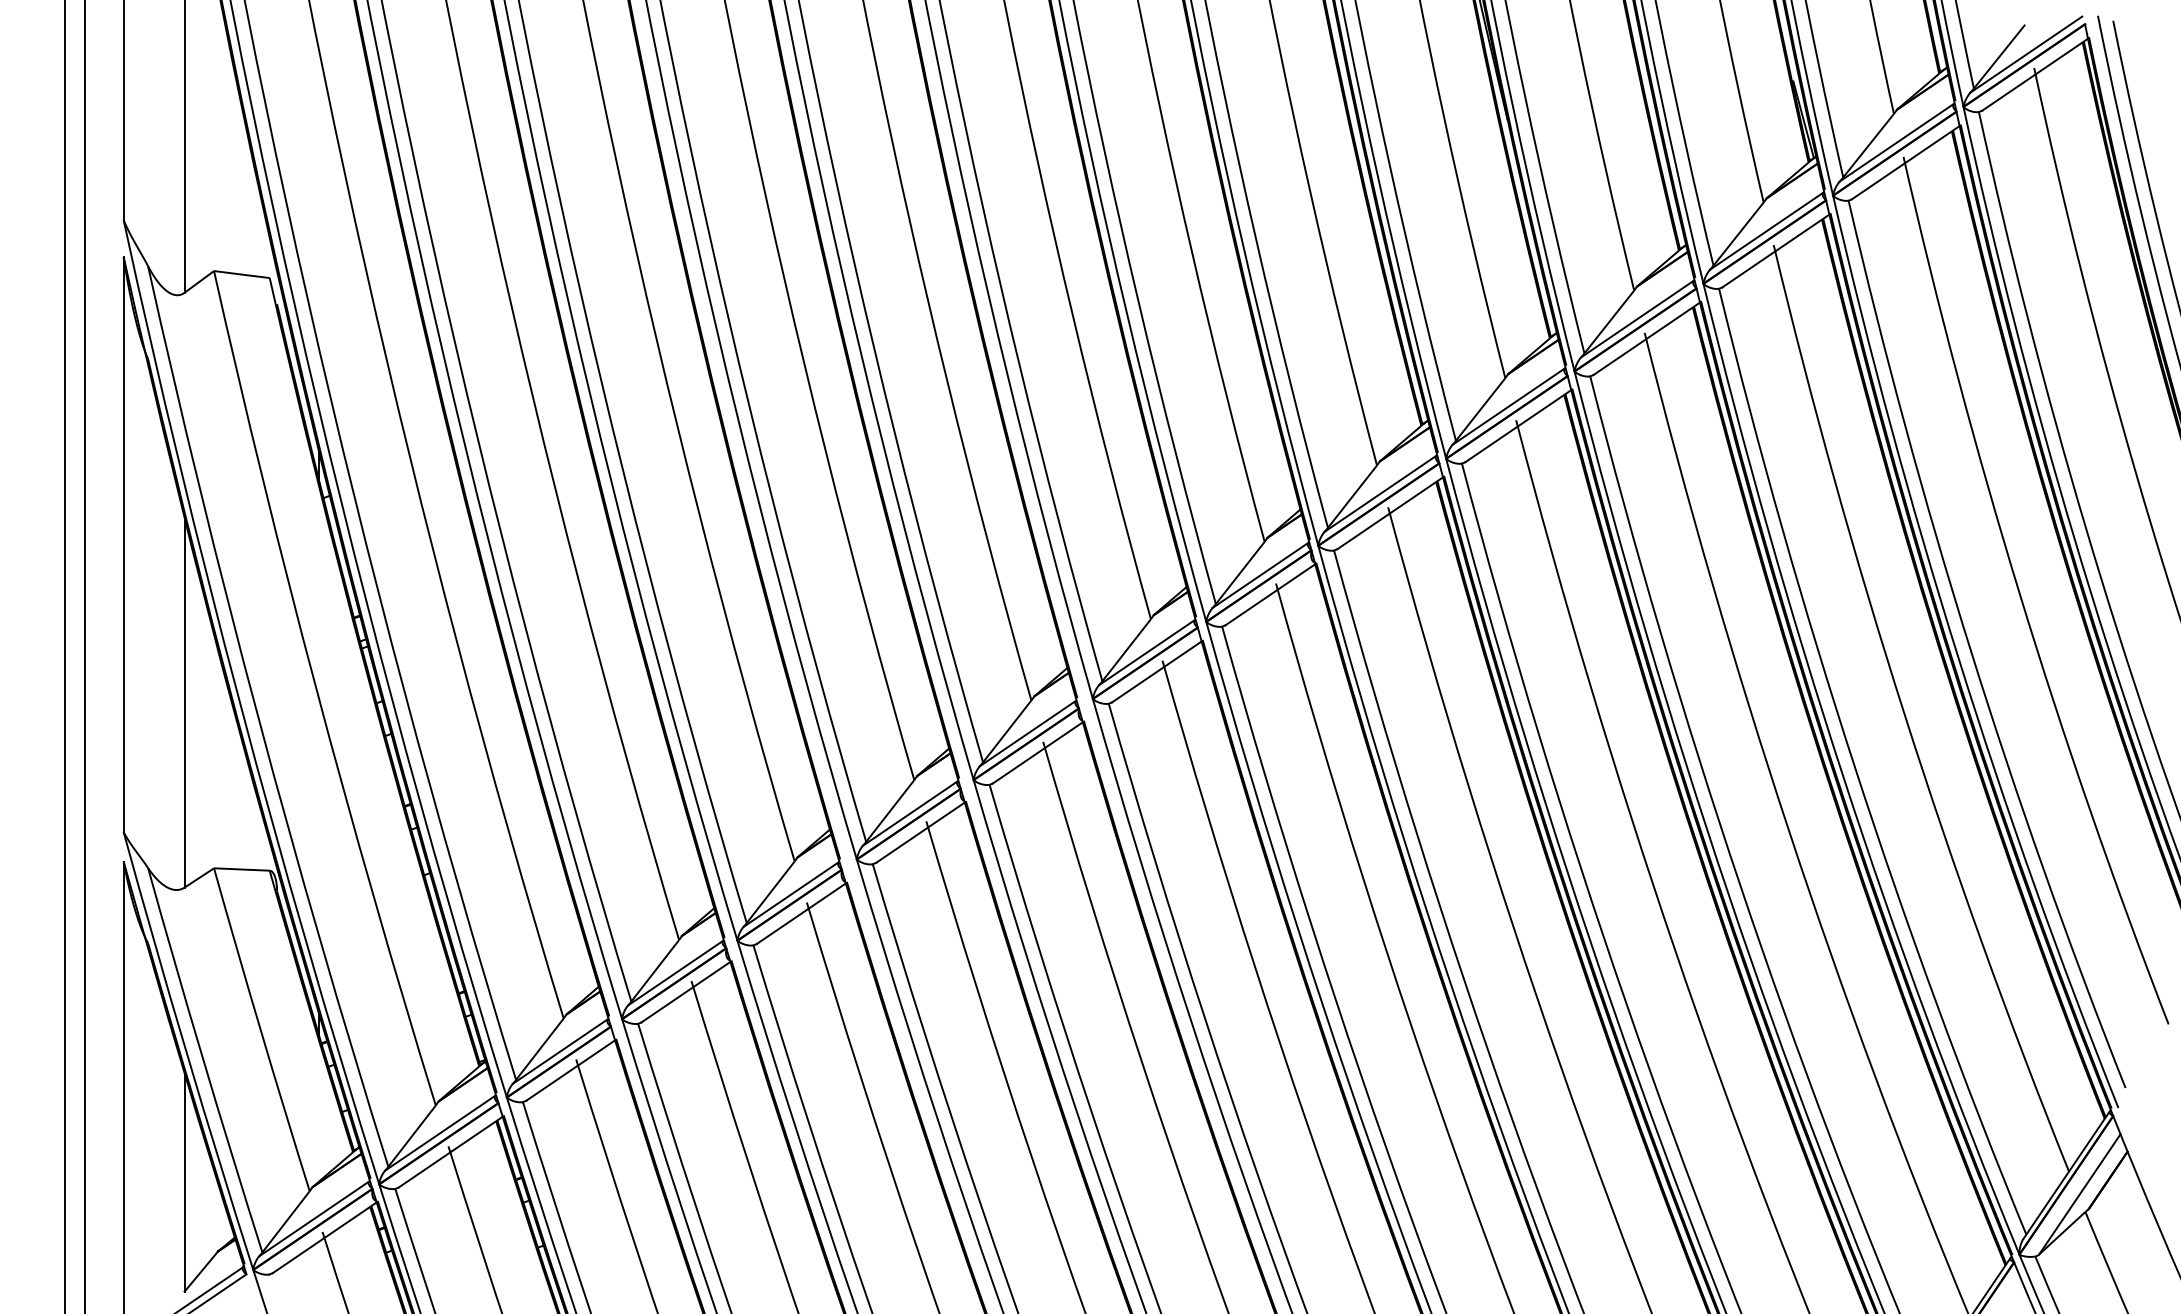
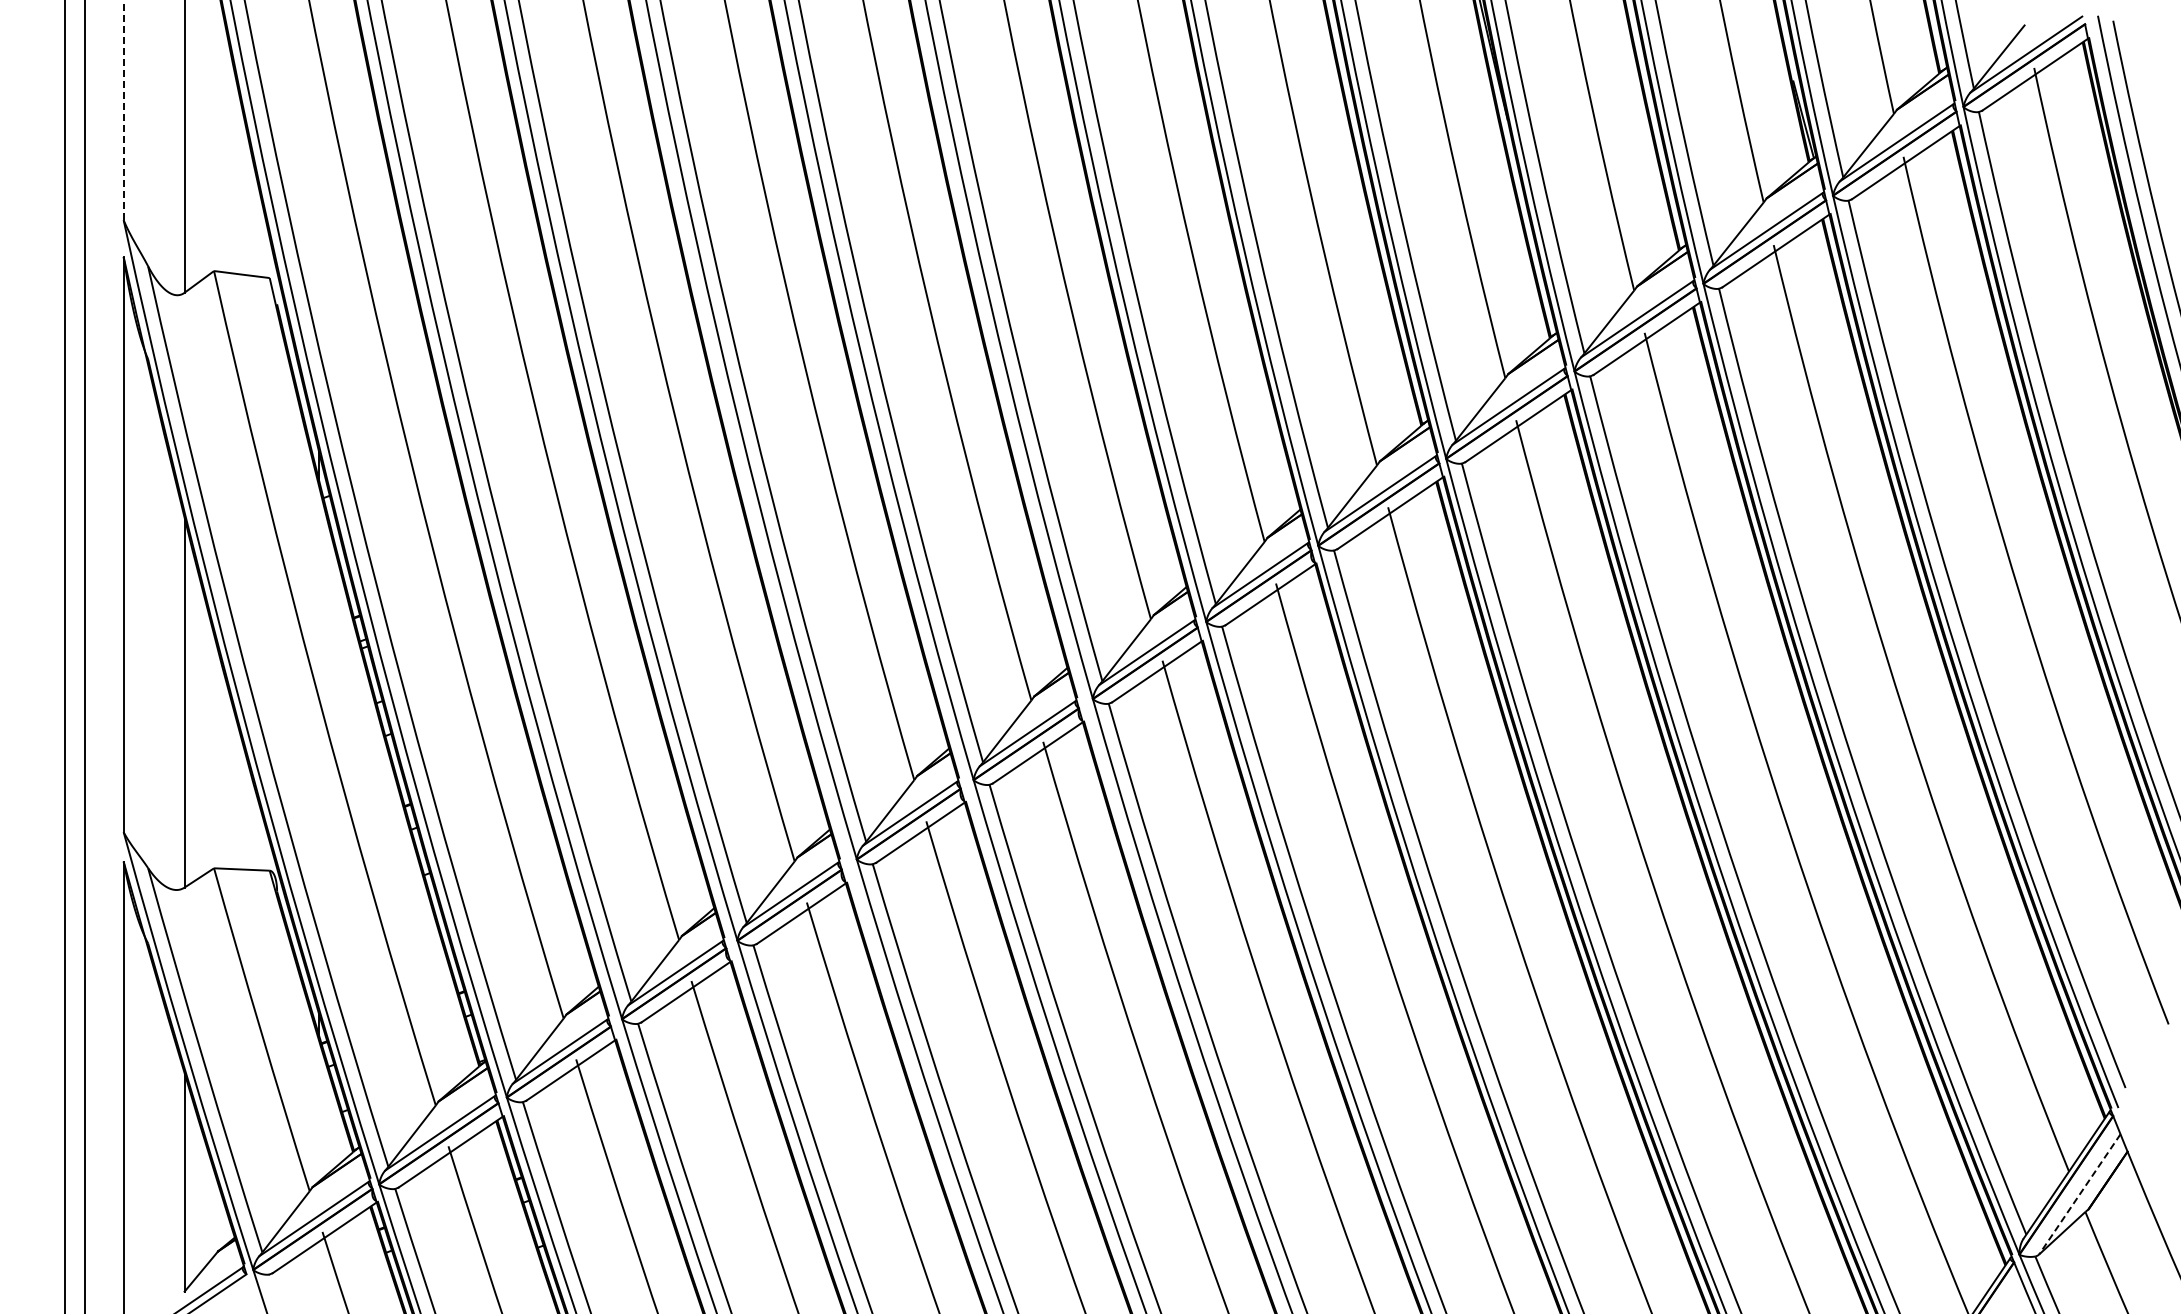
line at (123, 110): solid -> dashed
line at (2079, 1194): solid -> dashed
